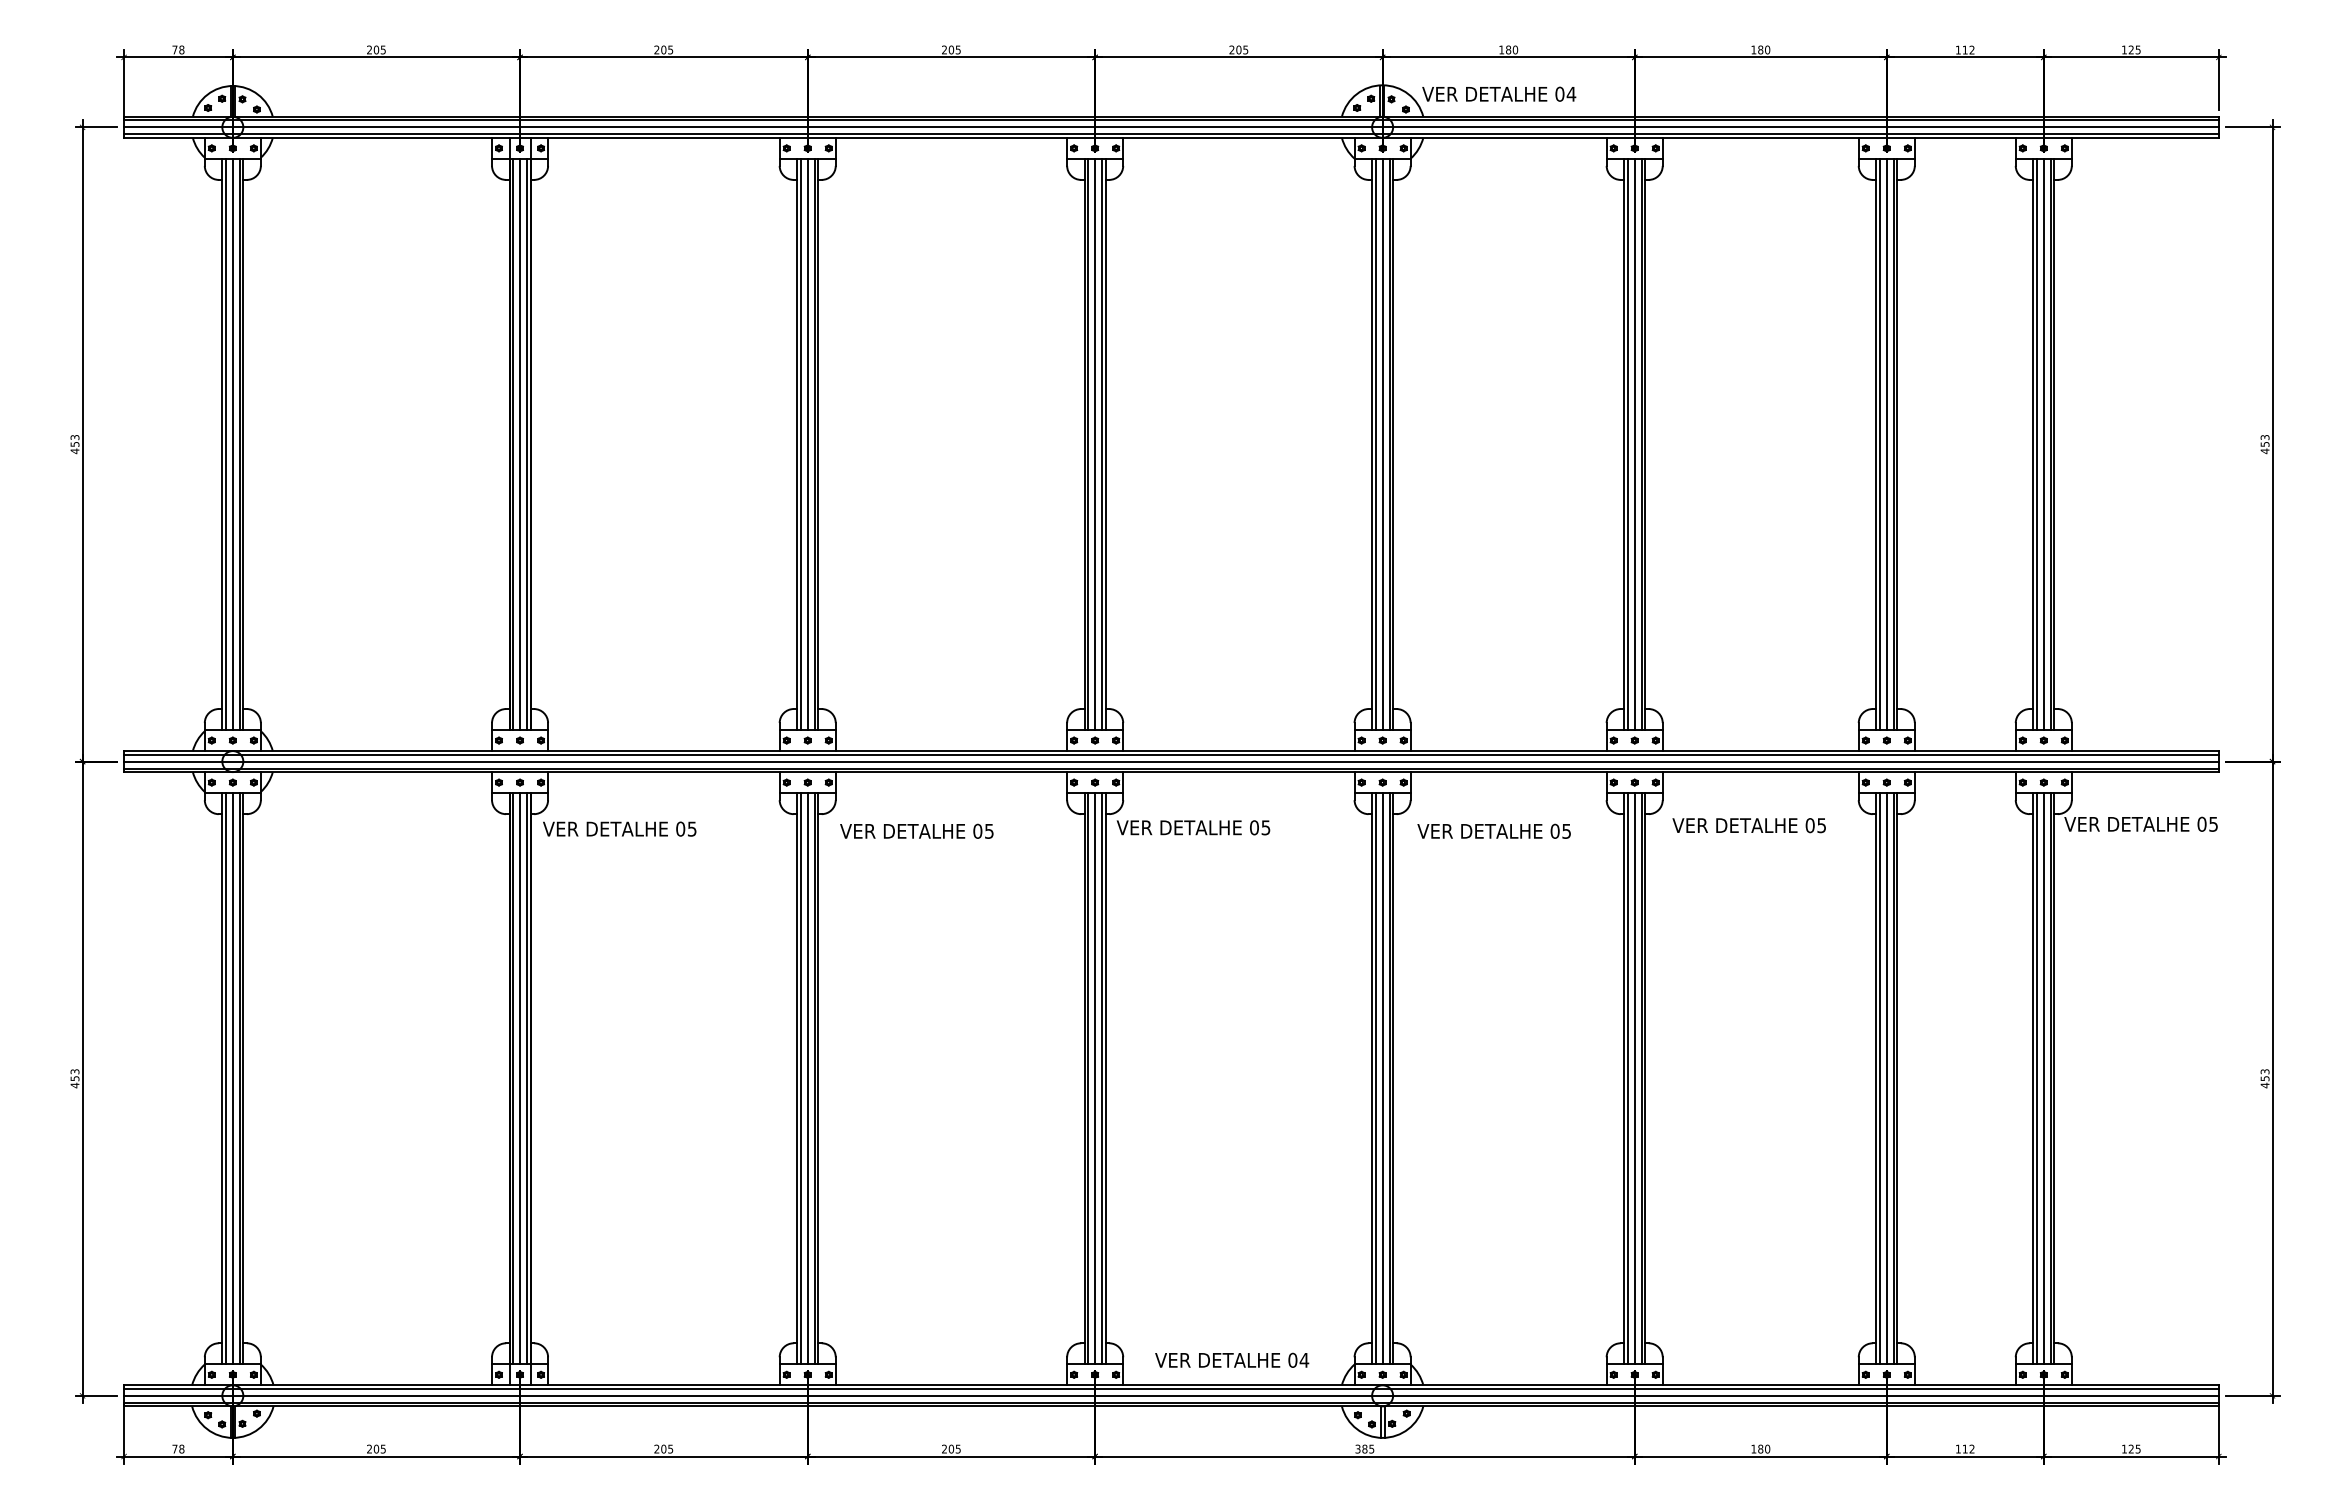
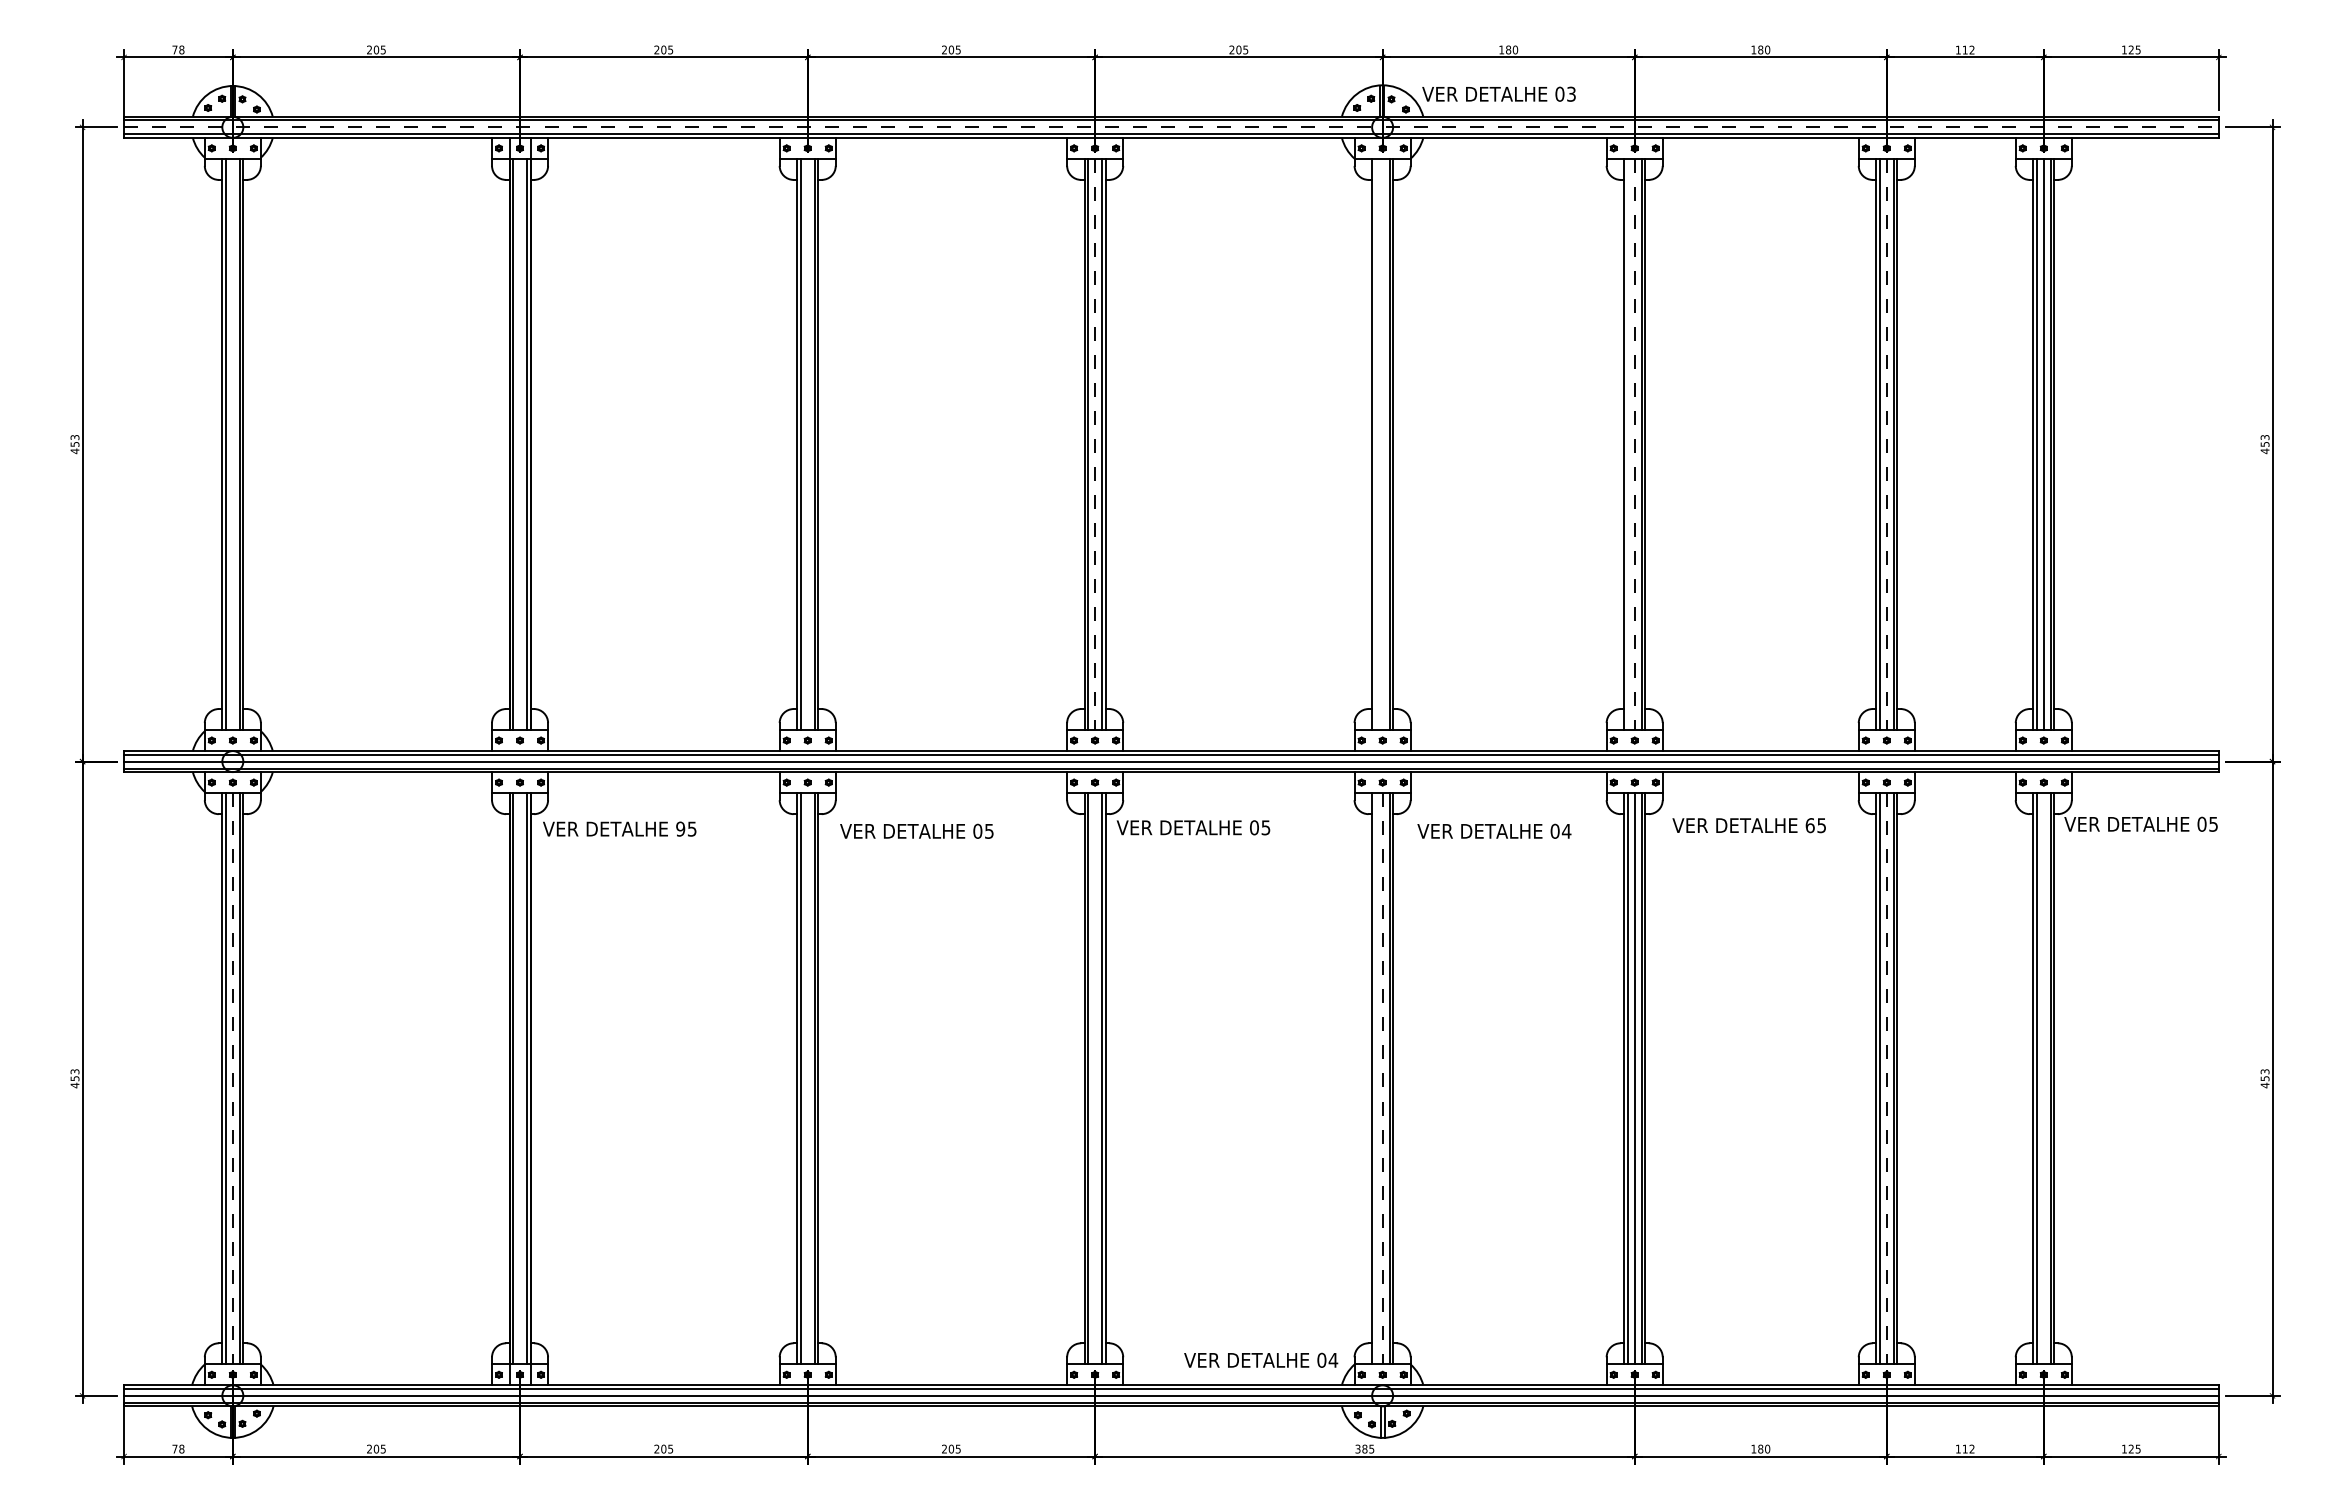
text at (1571, 93): 04 -> 03
line at (1171, 127): solid -> dashed
line at (232, 444): present -> none
line at (520, 444): present -> none
line at (807, 444): present -> none
line at (1095, 444): solid -> dashed
line at (1375, 444): present -> none
line at (1382, 444): present -> none
line at (1627, 444): present -> none
line at (1634, 444): solid -> dashed
line at (1886, 444): solid -> dashed
text at (1809, 825): 05 -> 65
text at (680, 828): 05 -> 95
text at (1566, 831): 05 -> 04
line at (232, 1078): solid -> dashed
line at (520, 1078): present -> none
line at (807, 1078): present -> none
line at (1095, 1078): present -> none
line at (1375, 1078): present -> none
line at (1382, 1078): solid -> dashed
line at (1886, 1078): solid -> dashed
line at (2043, 1078): present -> none
text at (1232, 1359) position: (1232, 1359) -> (1261, 1359)
